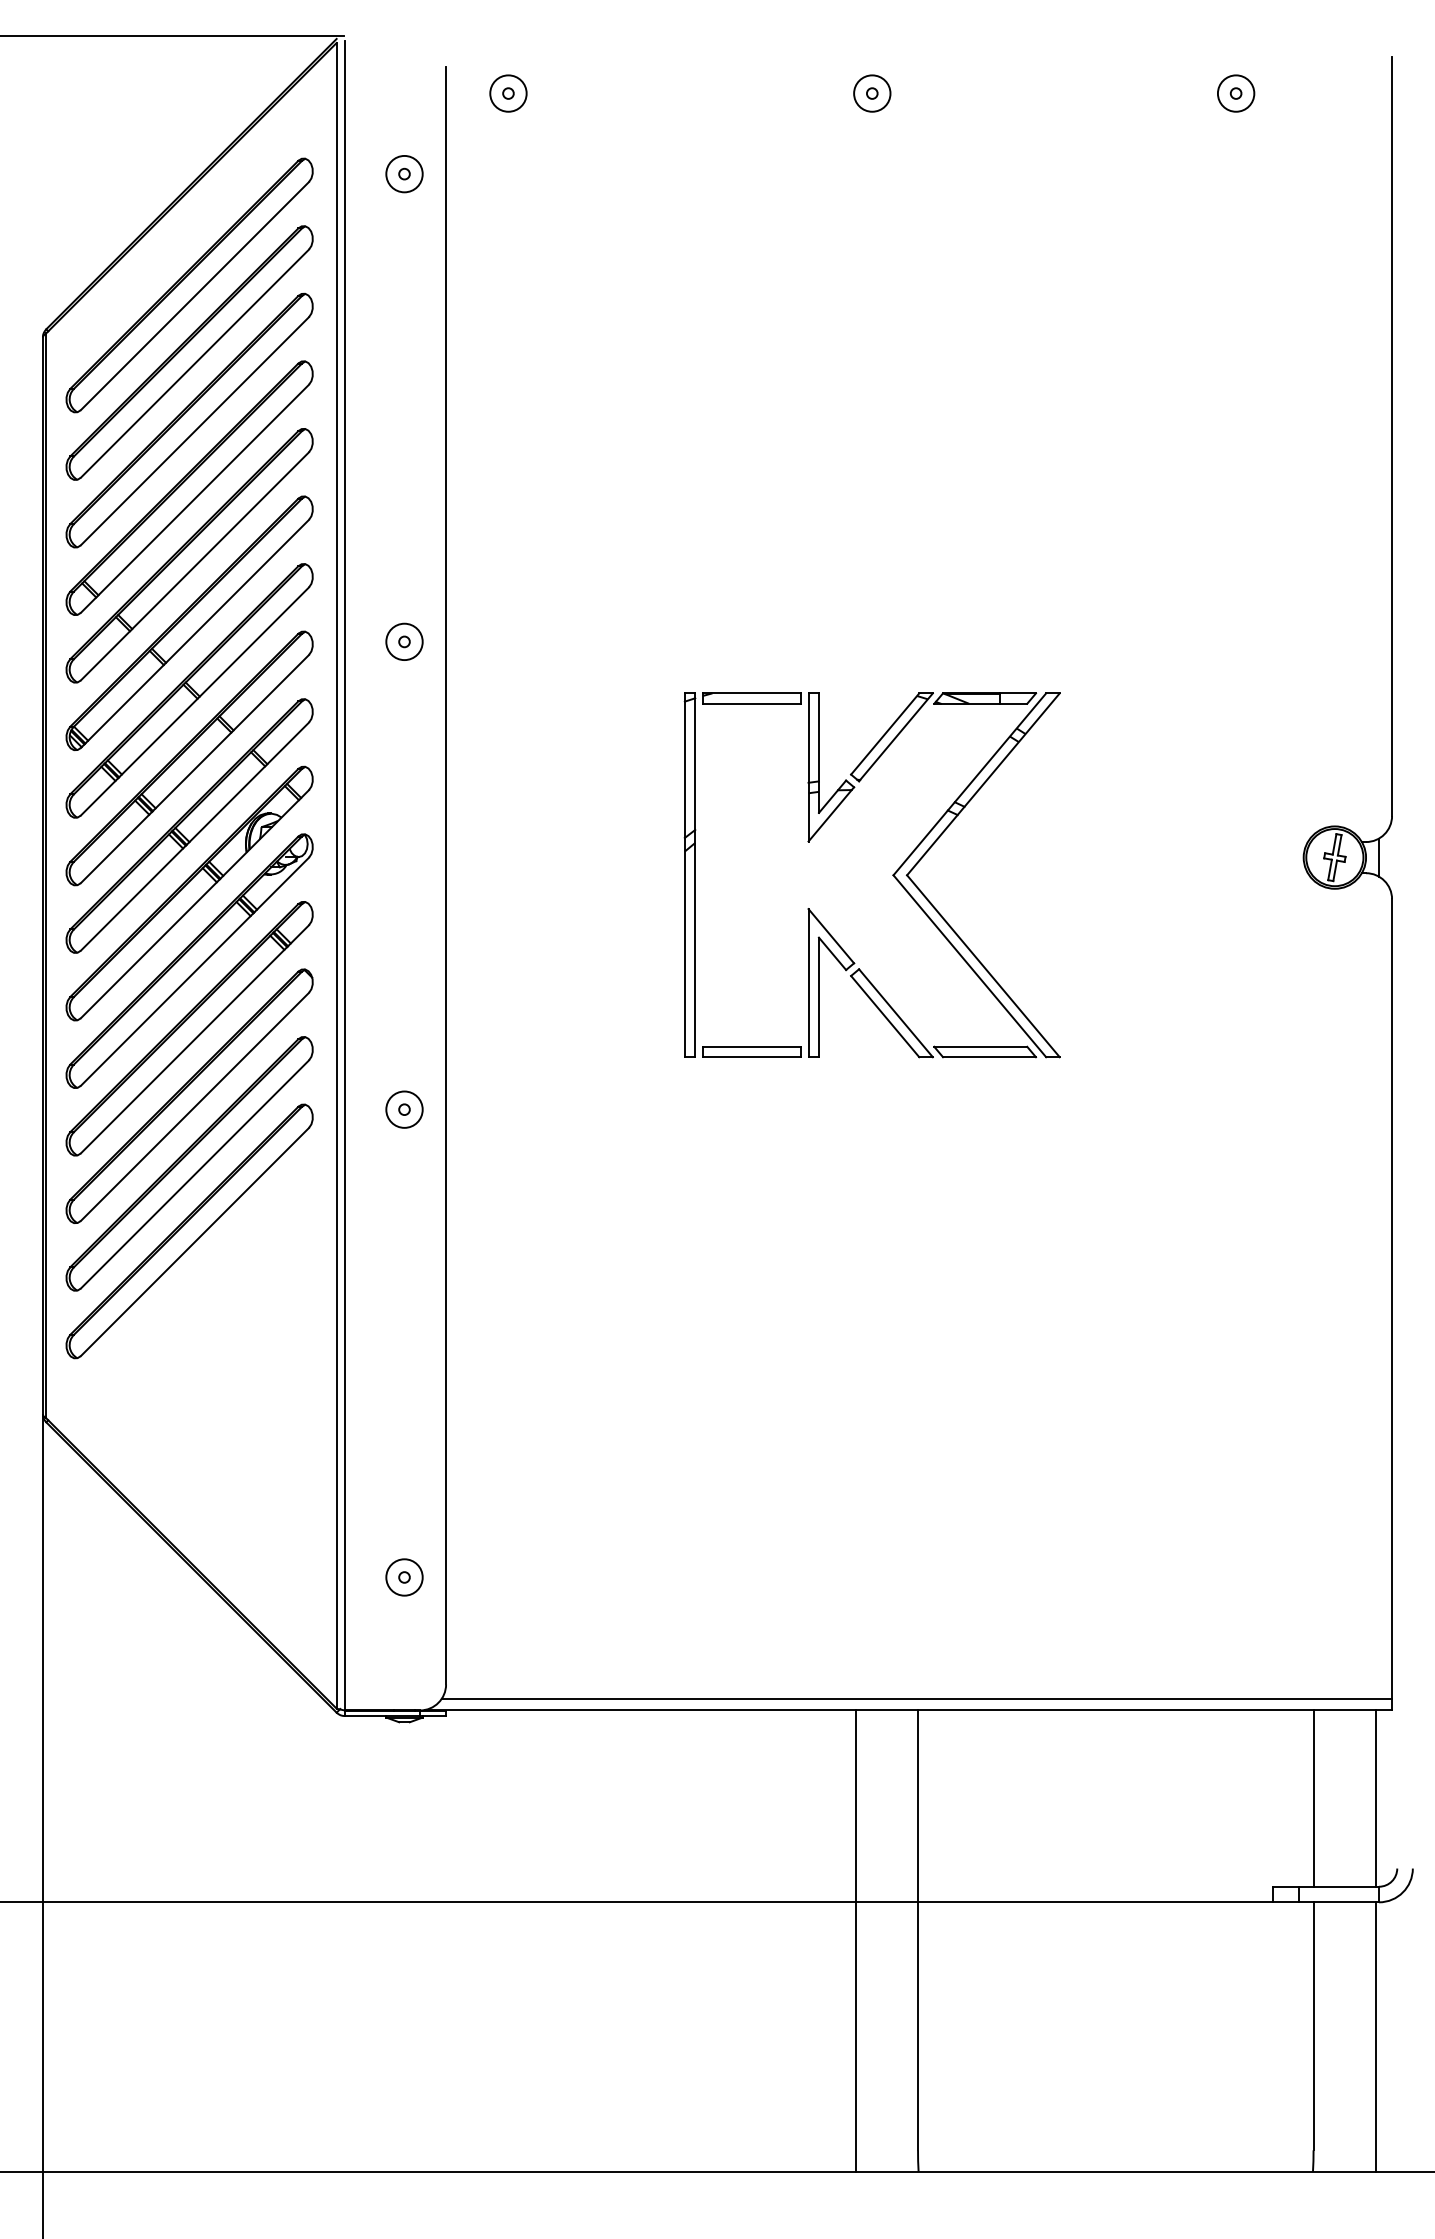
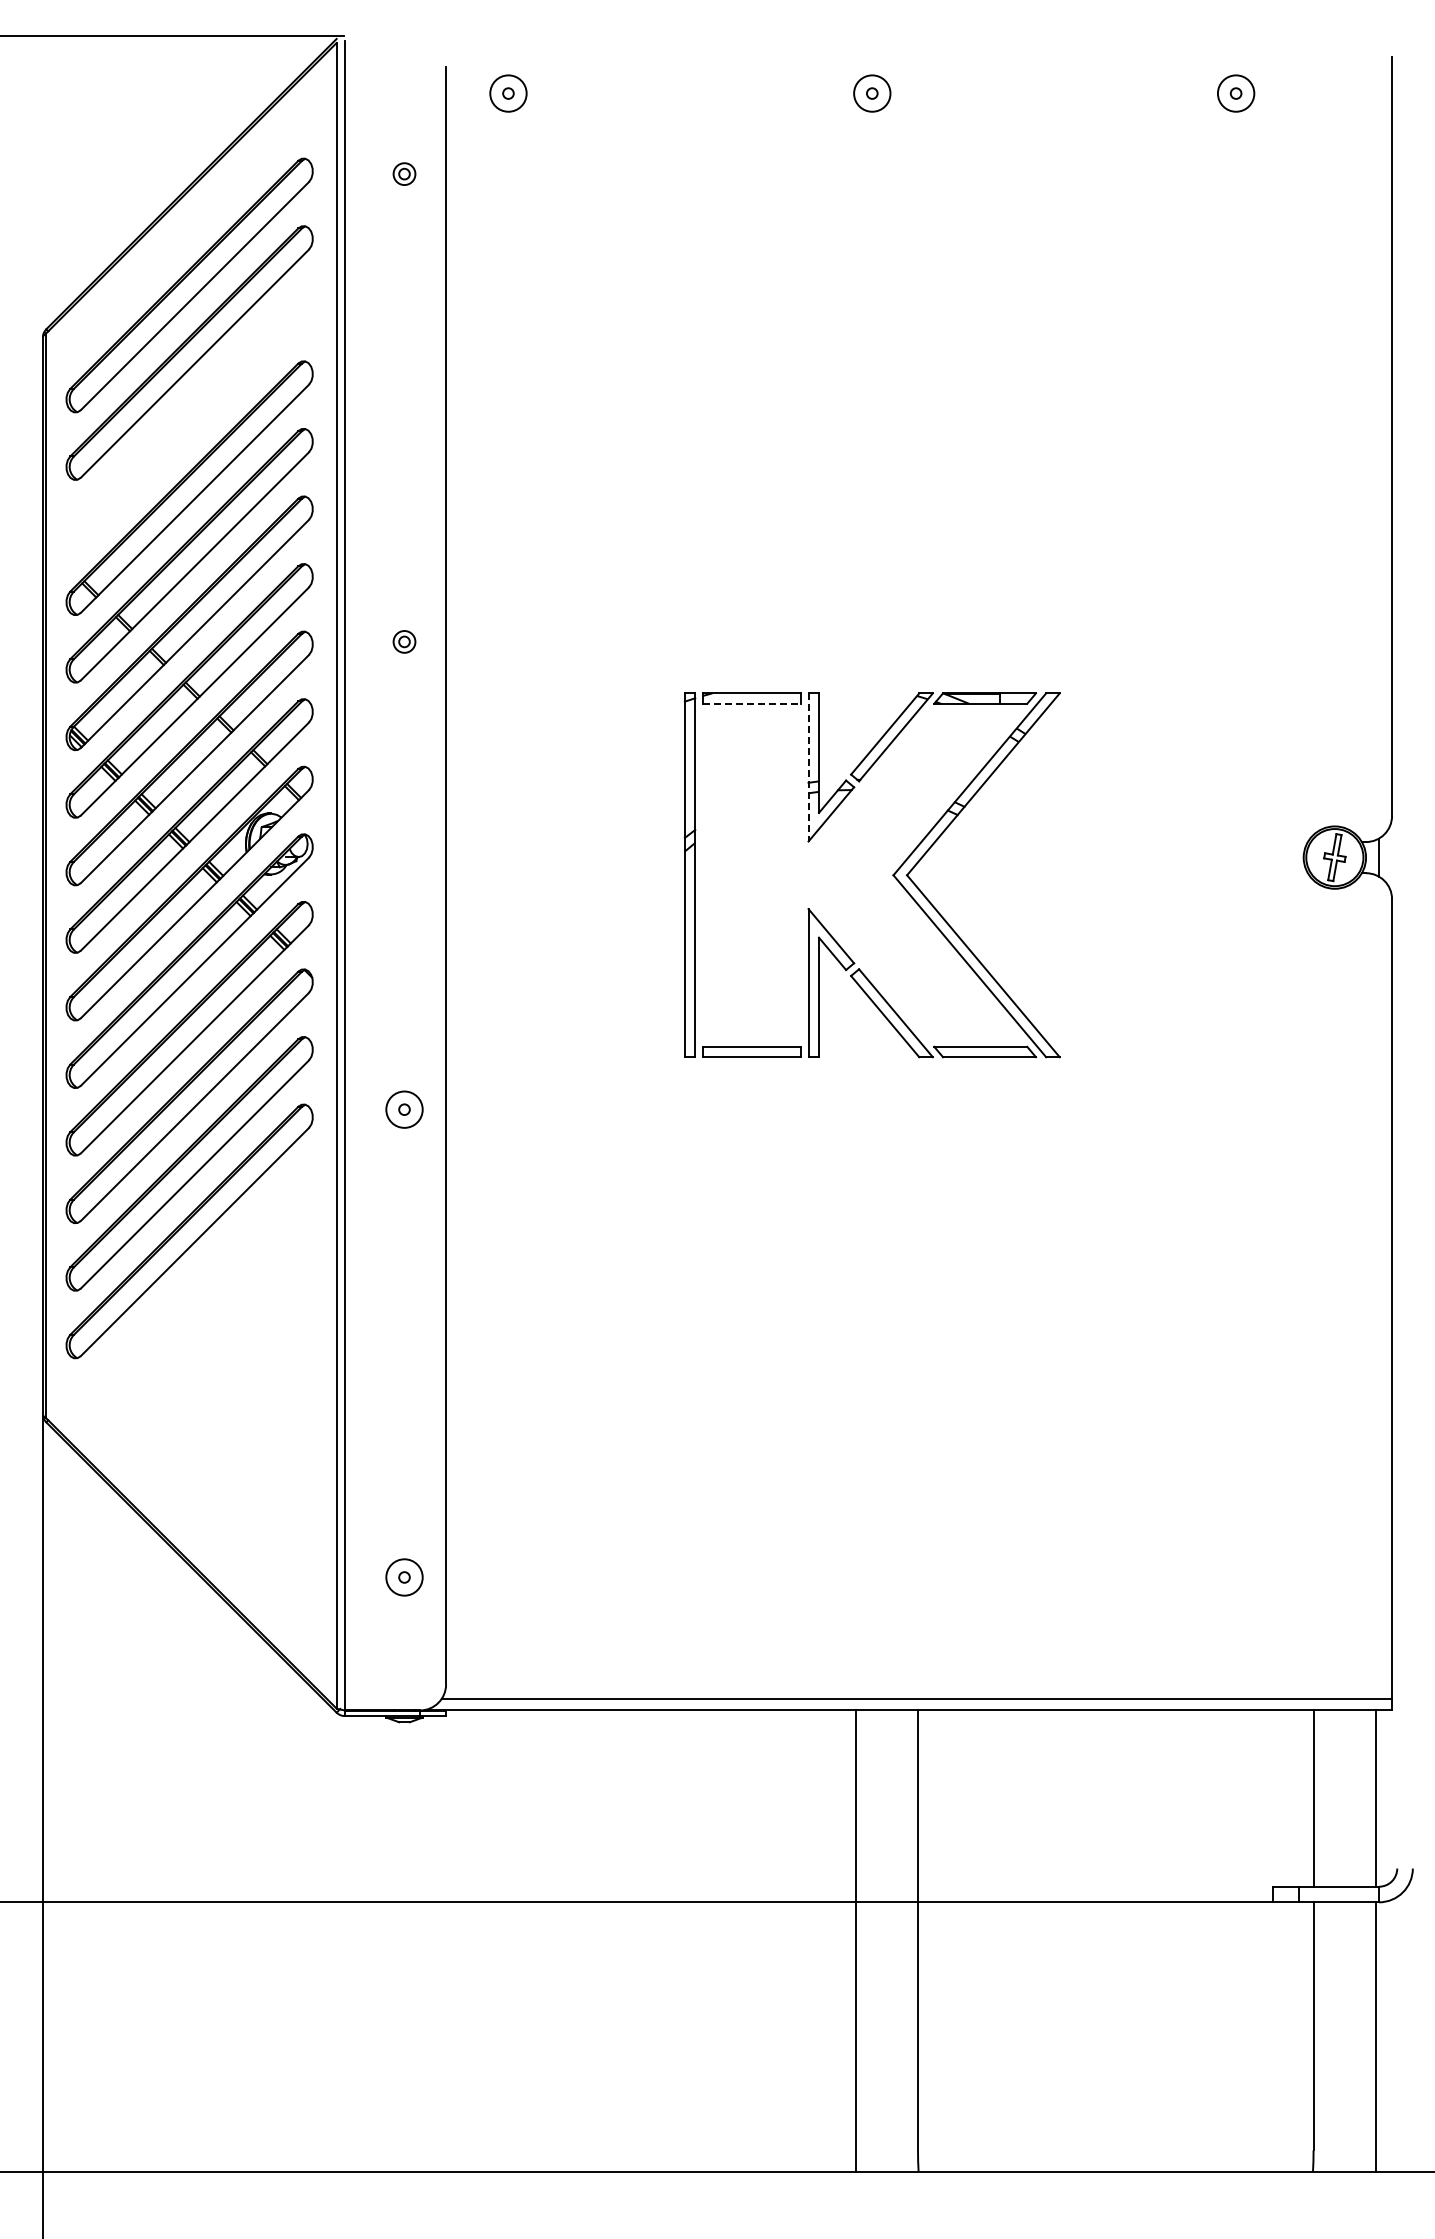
circle at (404, 173) diameter: 36 px -> 22 px
part at (189, 420): present -> none
circle at (404, 641) diameter: 36 px -> 22 px
line at (751, 703): solid -> dashed
line at (808, 767): solid -> dashed
